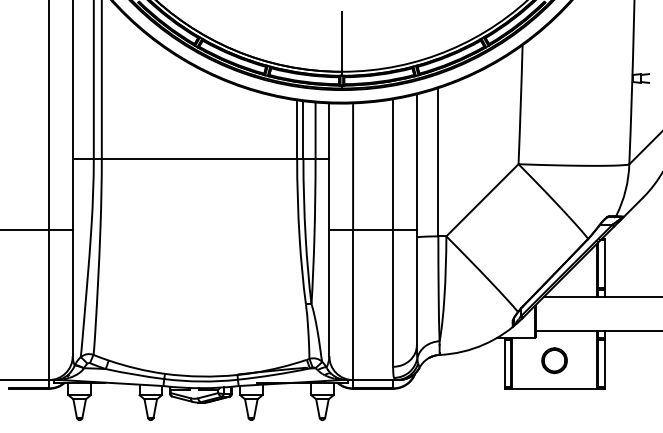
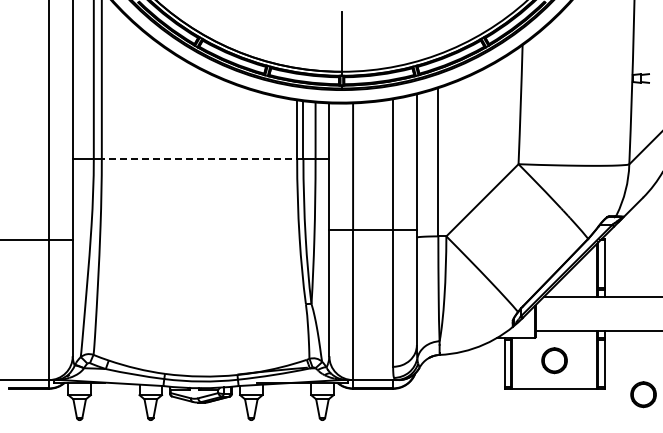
line at (202, 158): solid -> dashed
line at (37, 229) position: (37, 229) -> (37, 239)
part at (643, 394): none -> present
